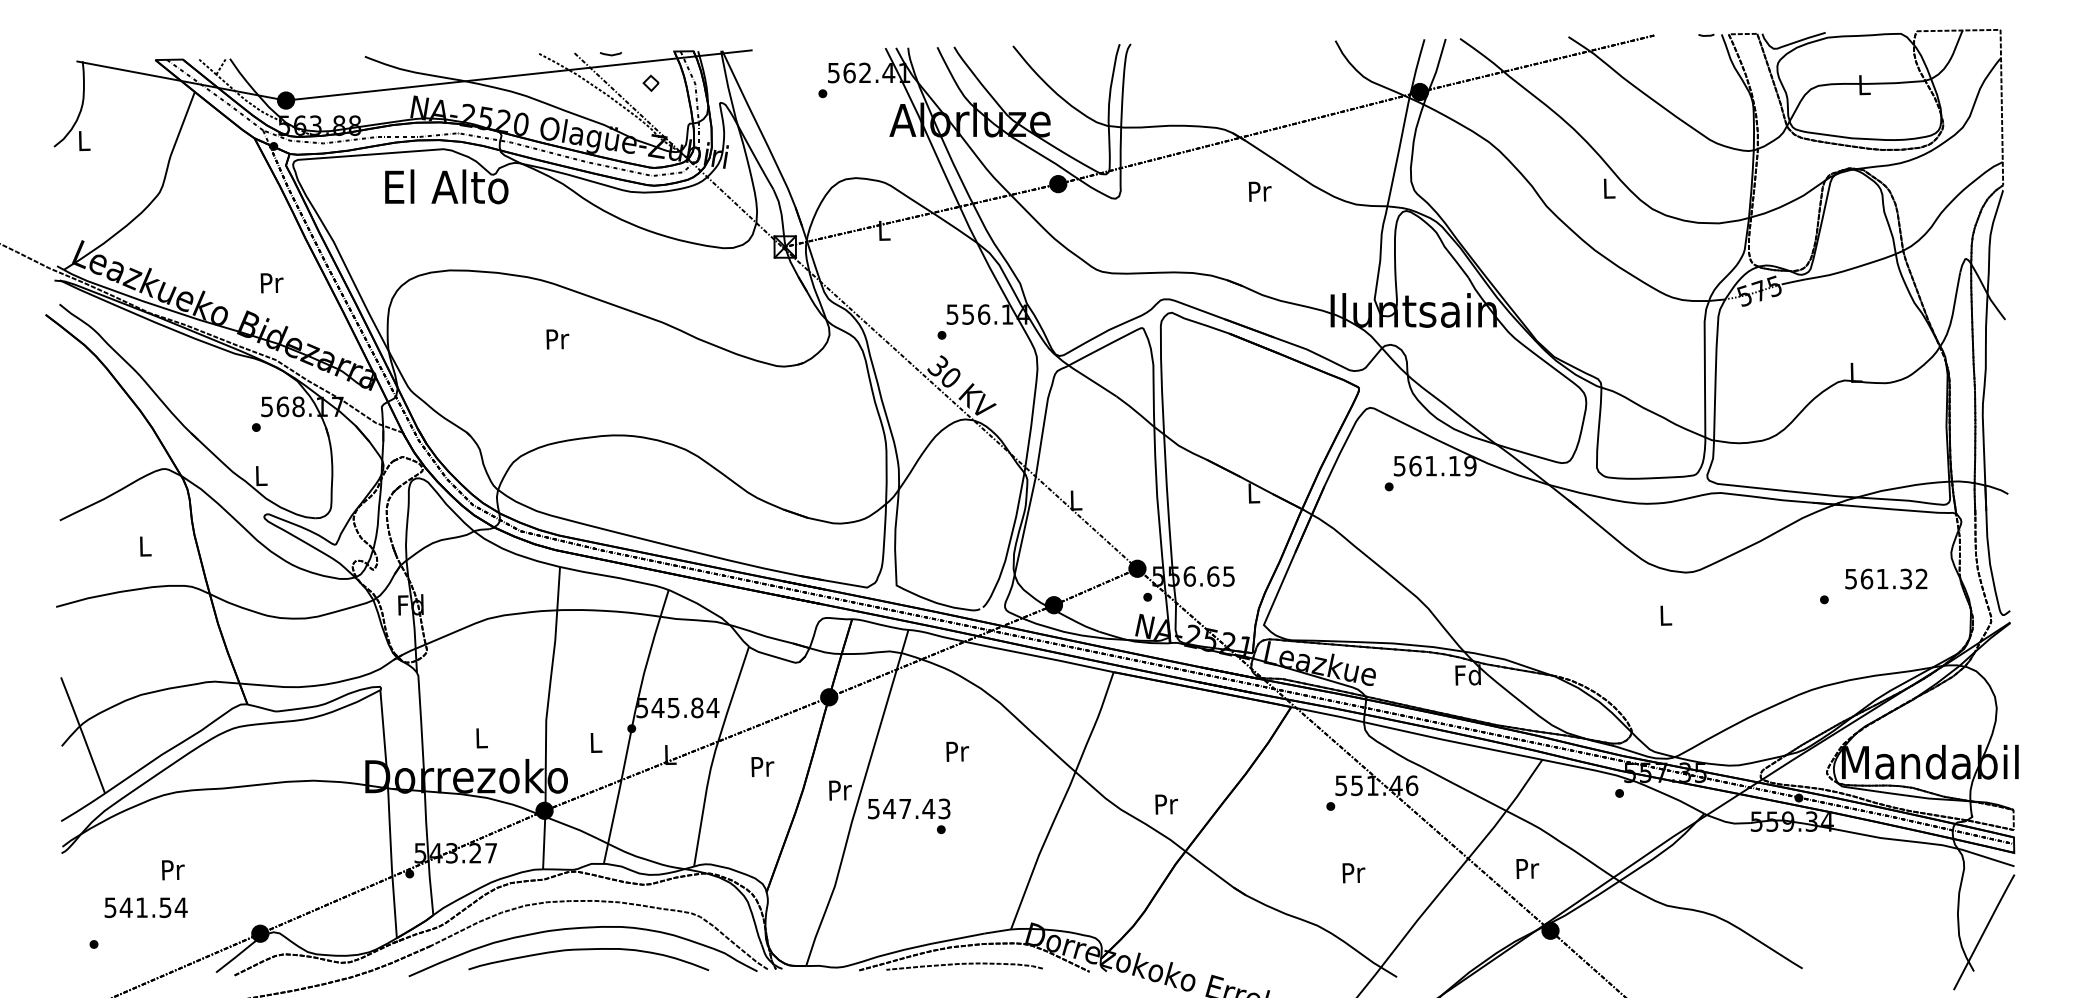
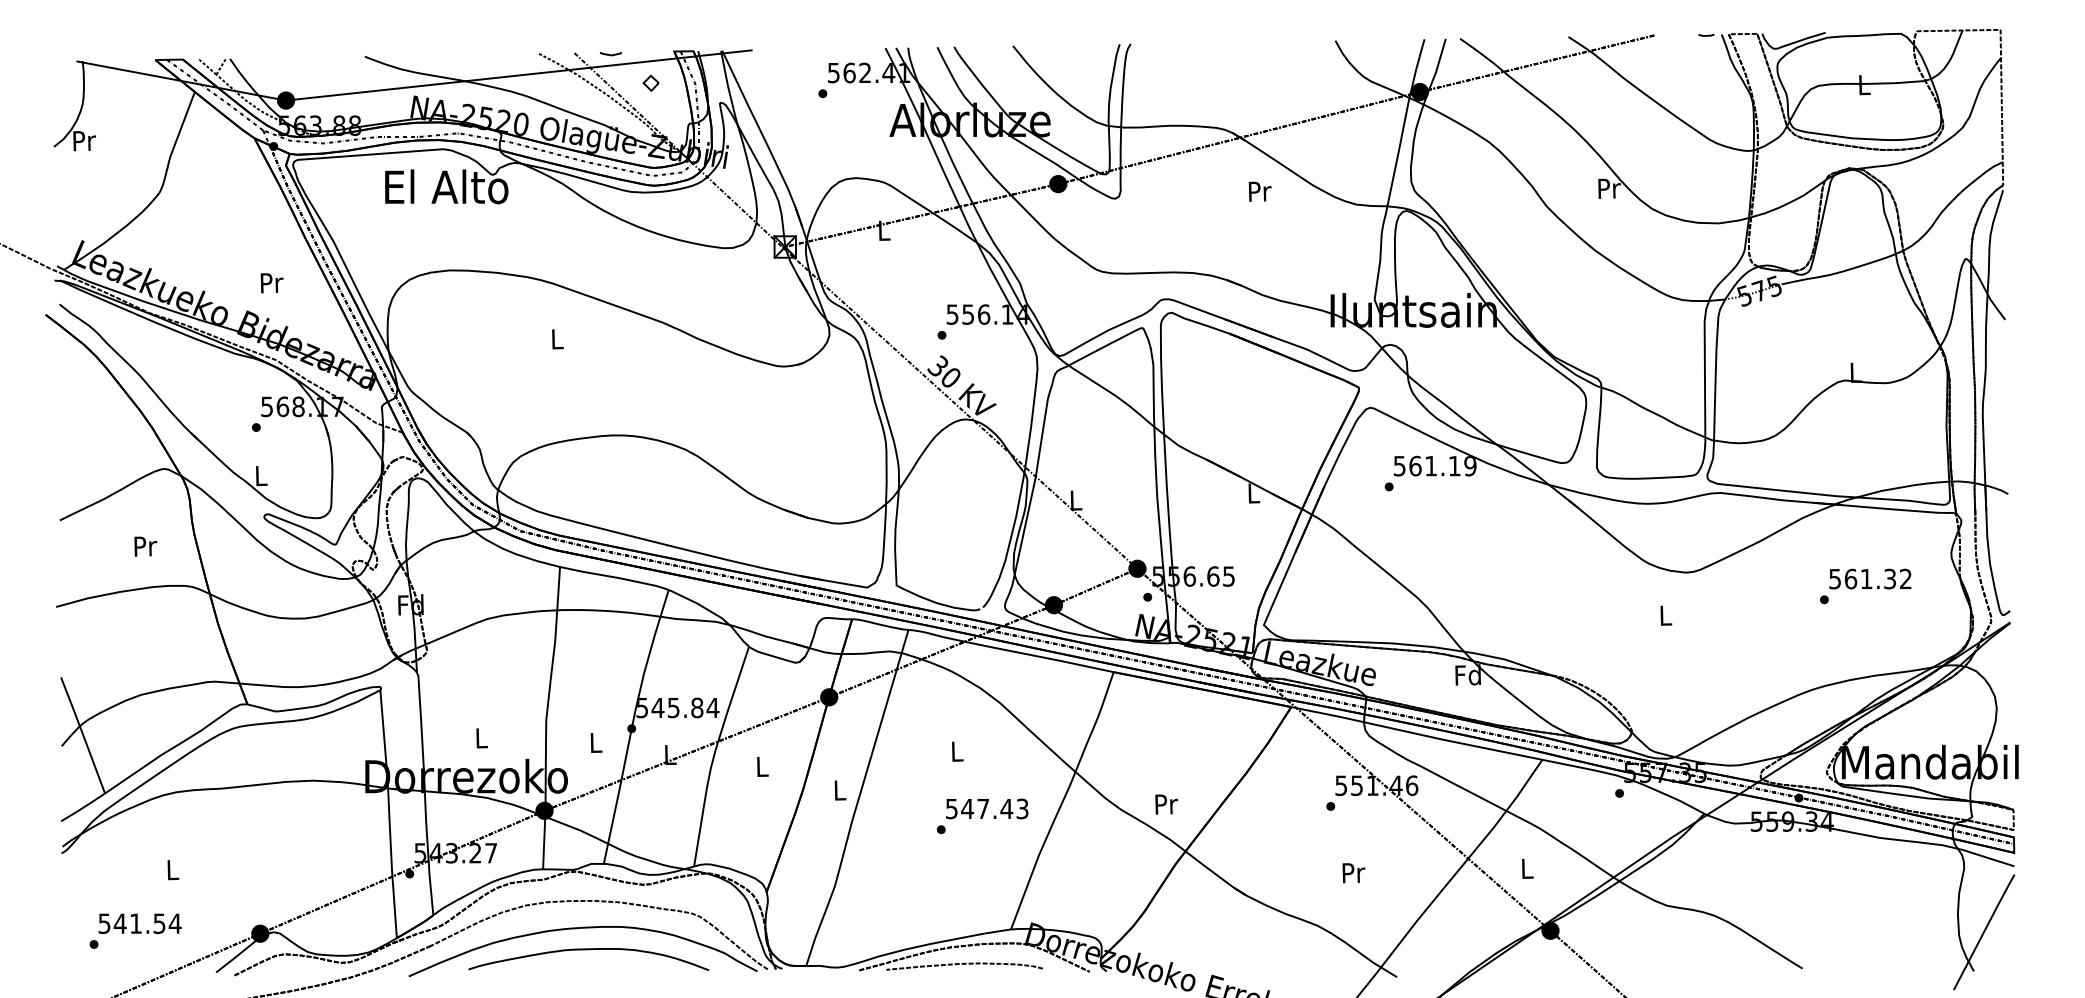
text at (84, 141): L -> Pr
text at (1609, 188): L -> Pr
text at (557, 339): Pr -> L
text at (145, 546): L -> Pr
text at (1886, 578) position: (1886, 578) -> (1870, 578)
text at (957, 751): Pr -> L
text at (762, 767): Pr -> L
text at (840, 790): Pr -> L
text at (909, 808) position: (909, 808) -> (987, 808)
text at (1527, 868): Pr -> L
text at (173, 870): Pr -> L
text at (145, 907) position: (145, 907) -> (139, 923)
